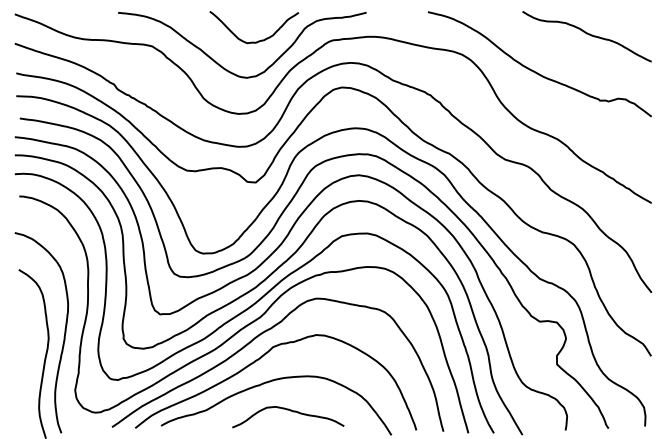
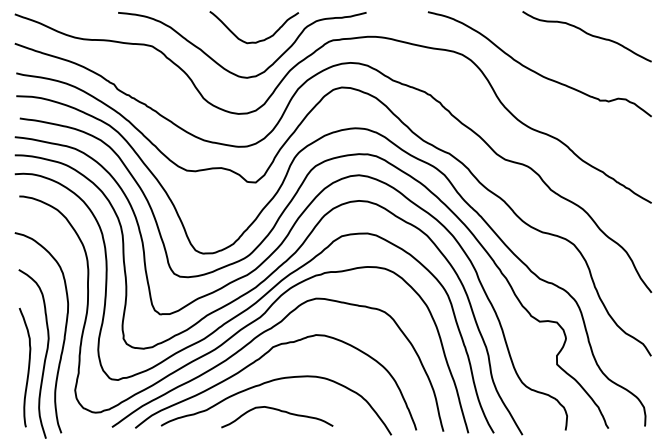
curve at (27, 369): none -> present
curve at (290, 411) position: (290, 411) -> (279, 411)
